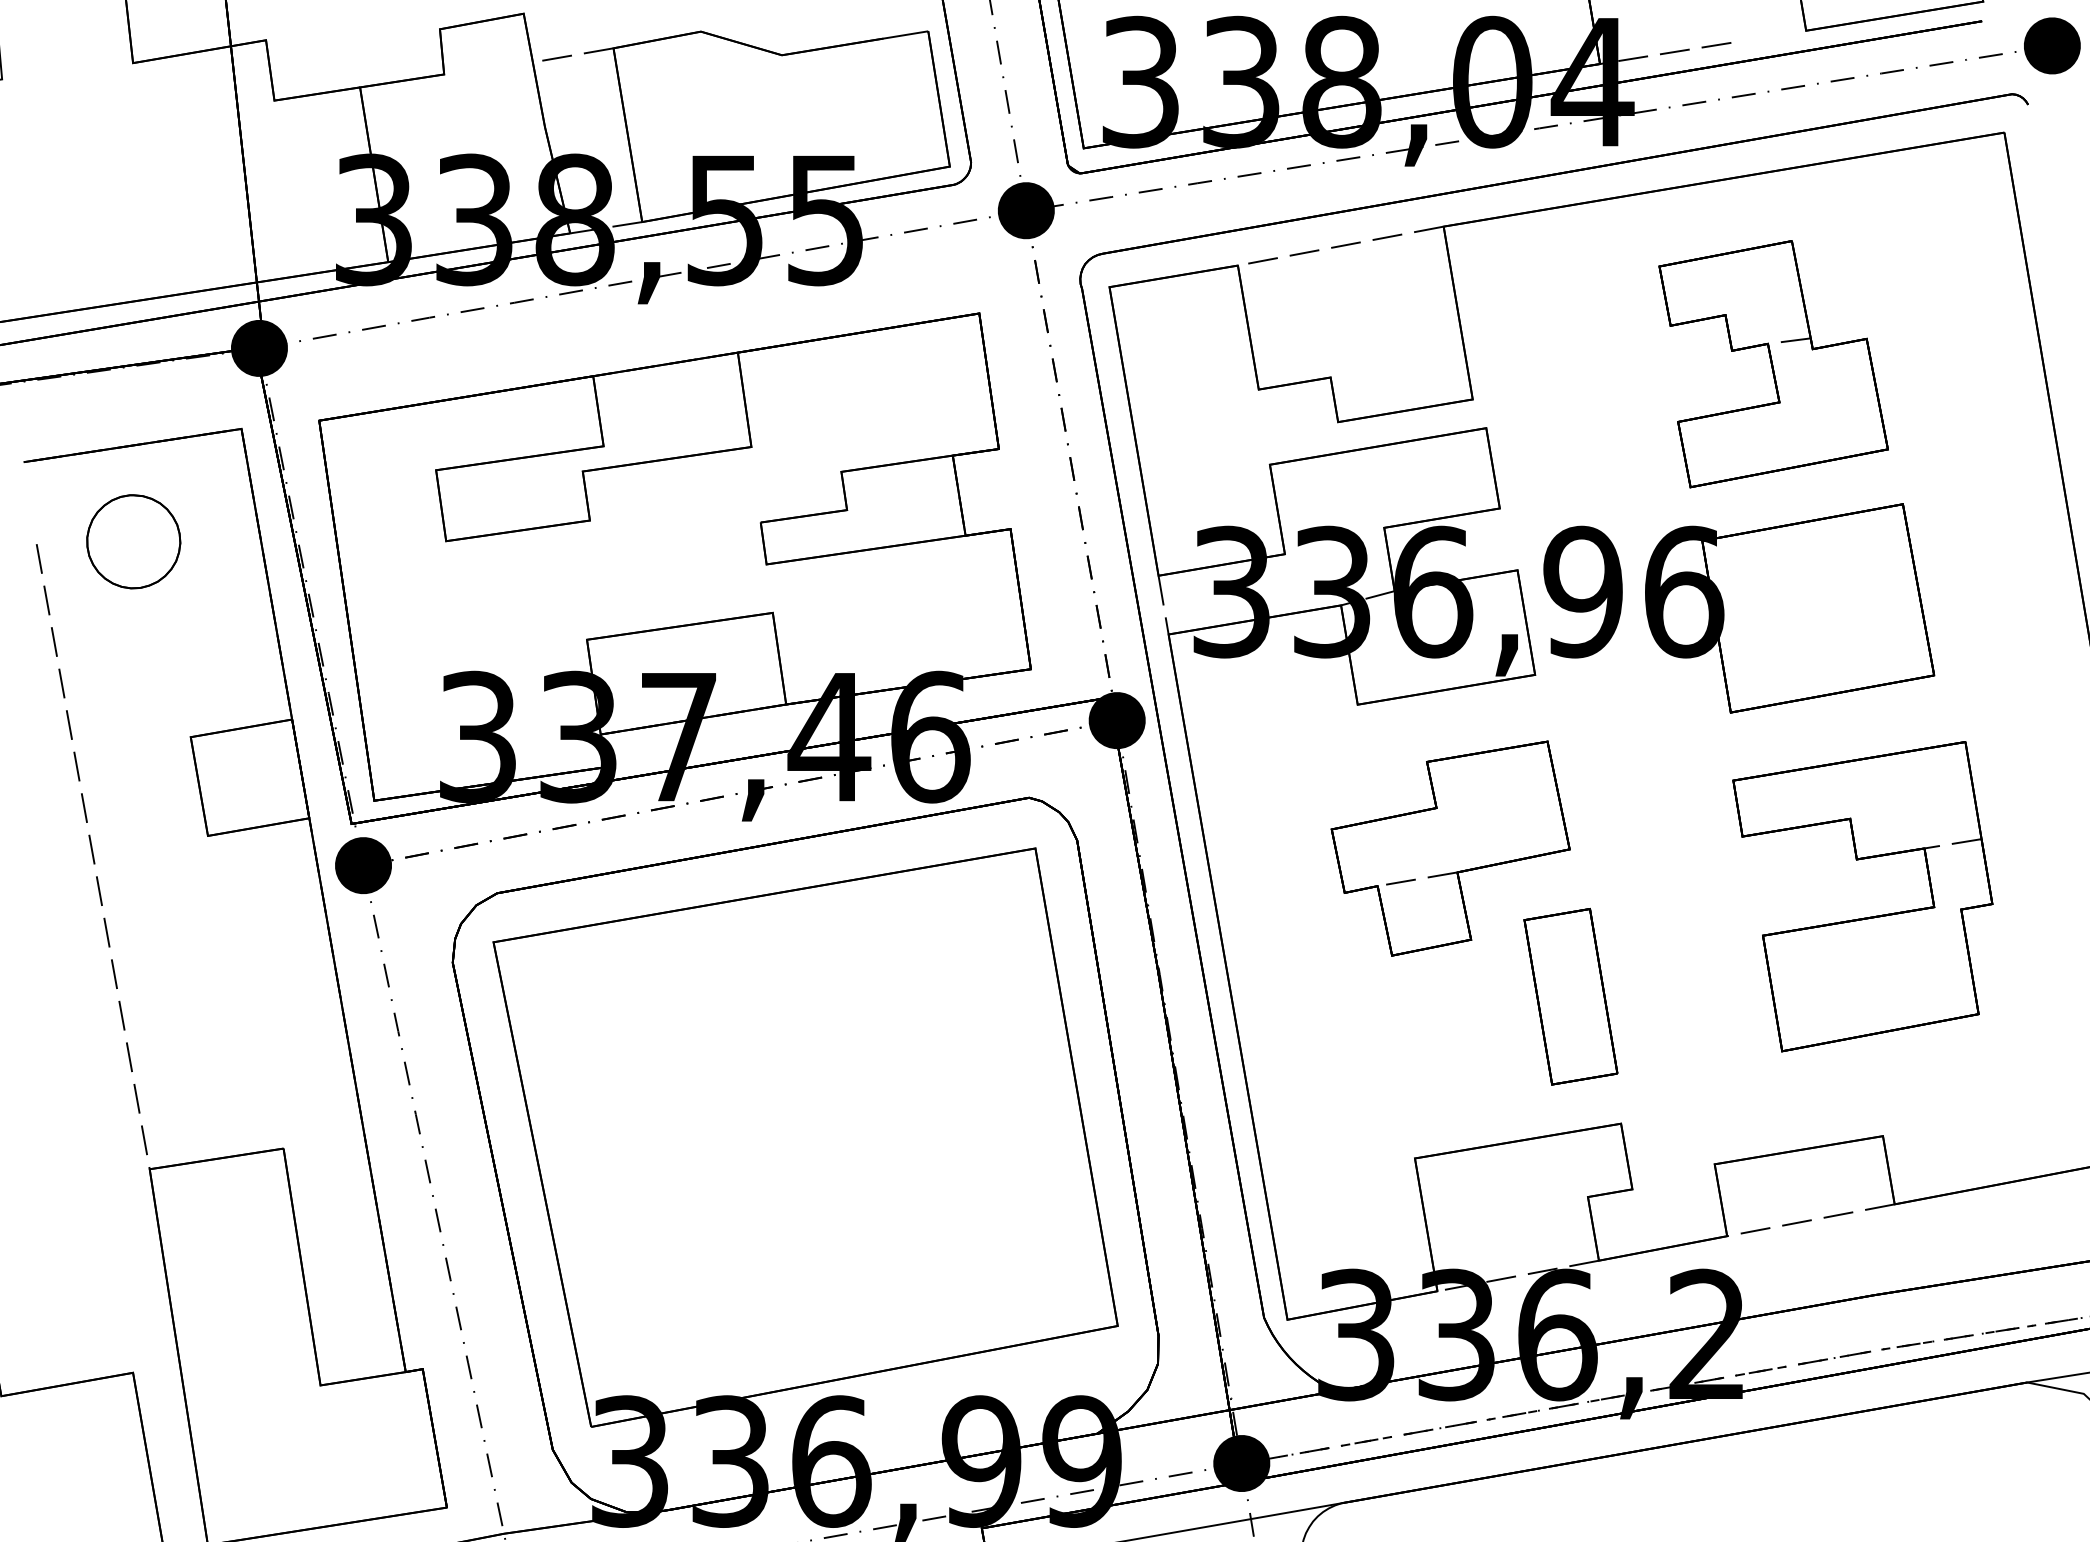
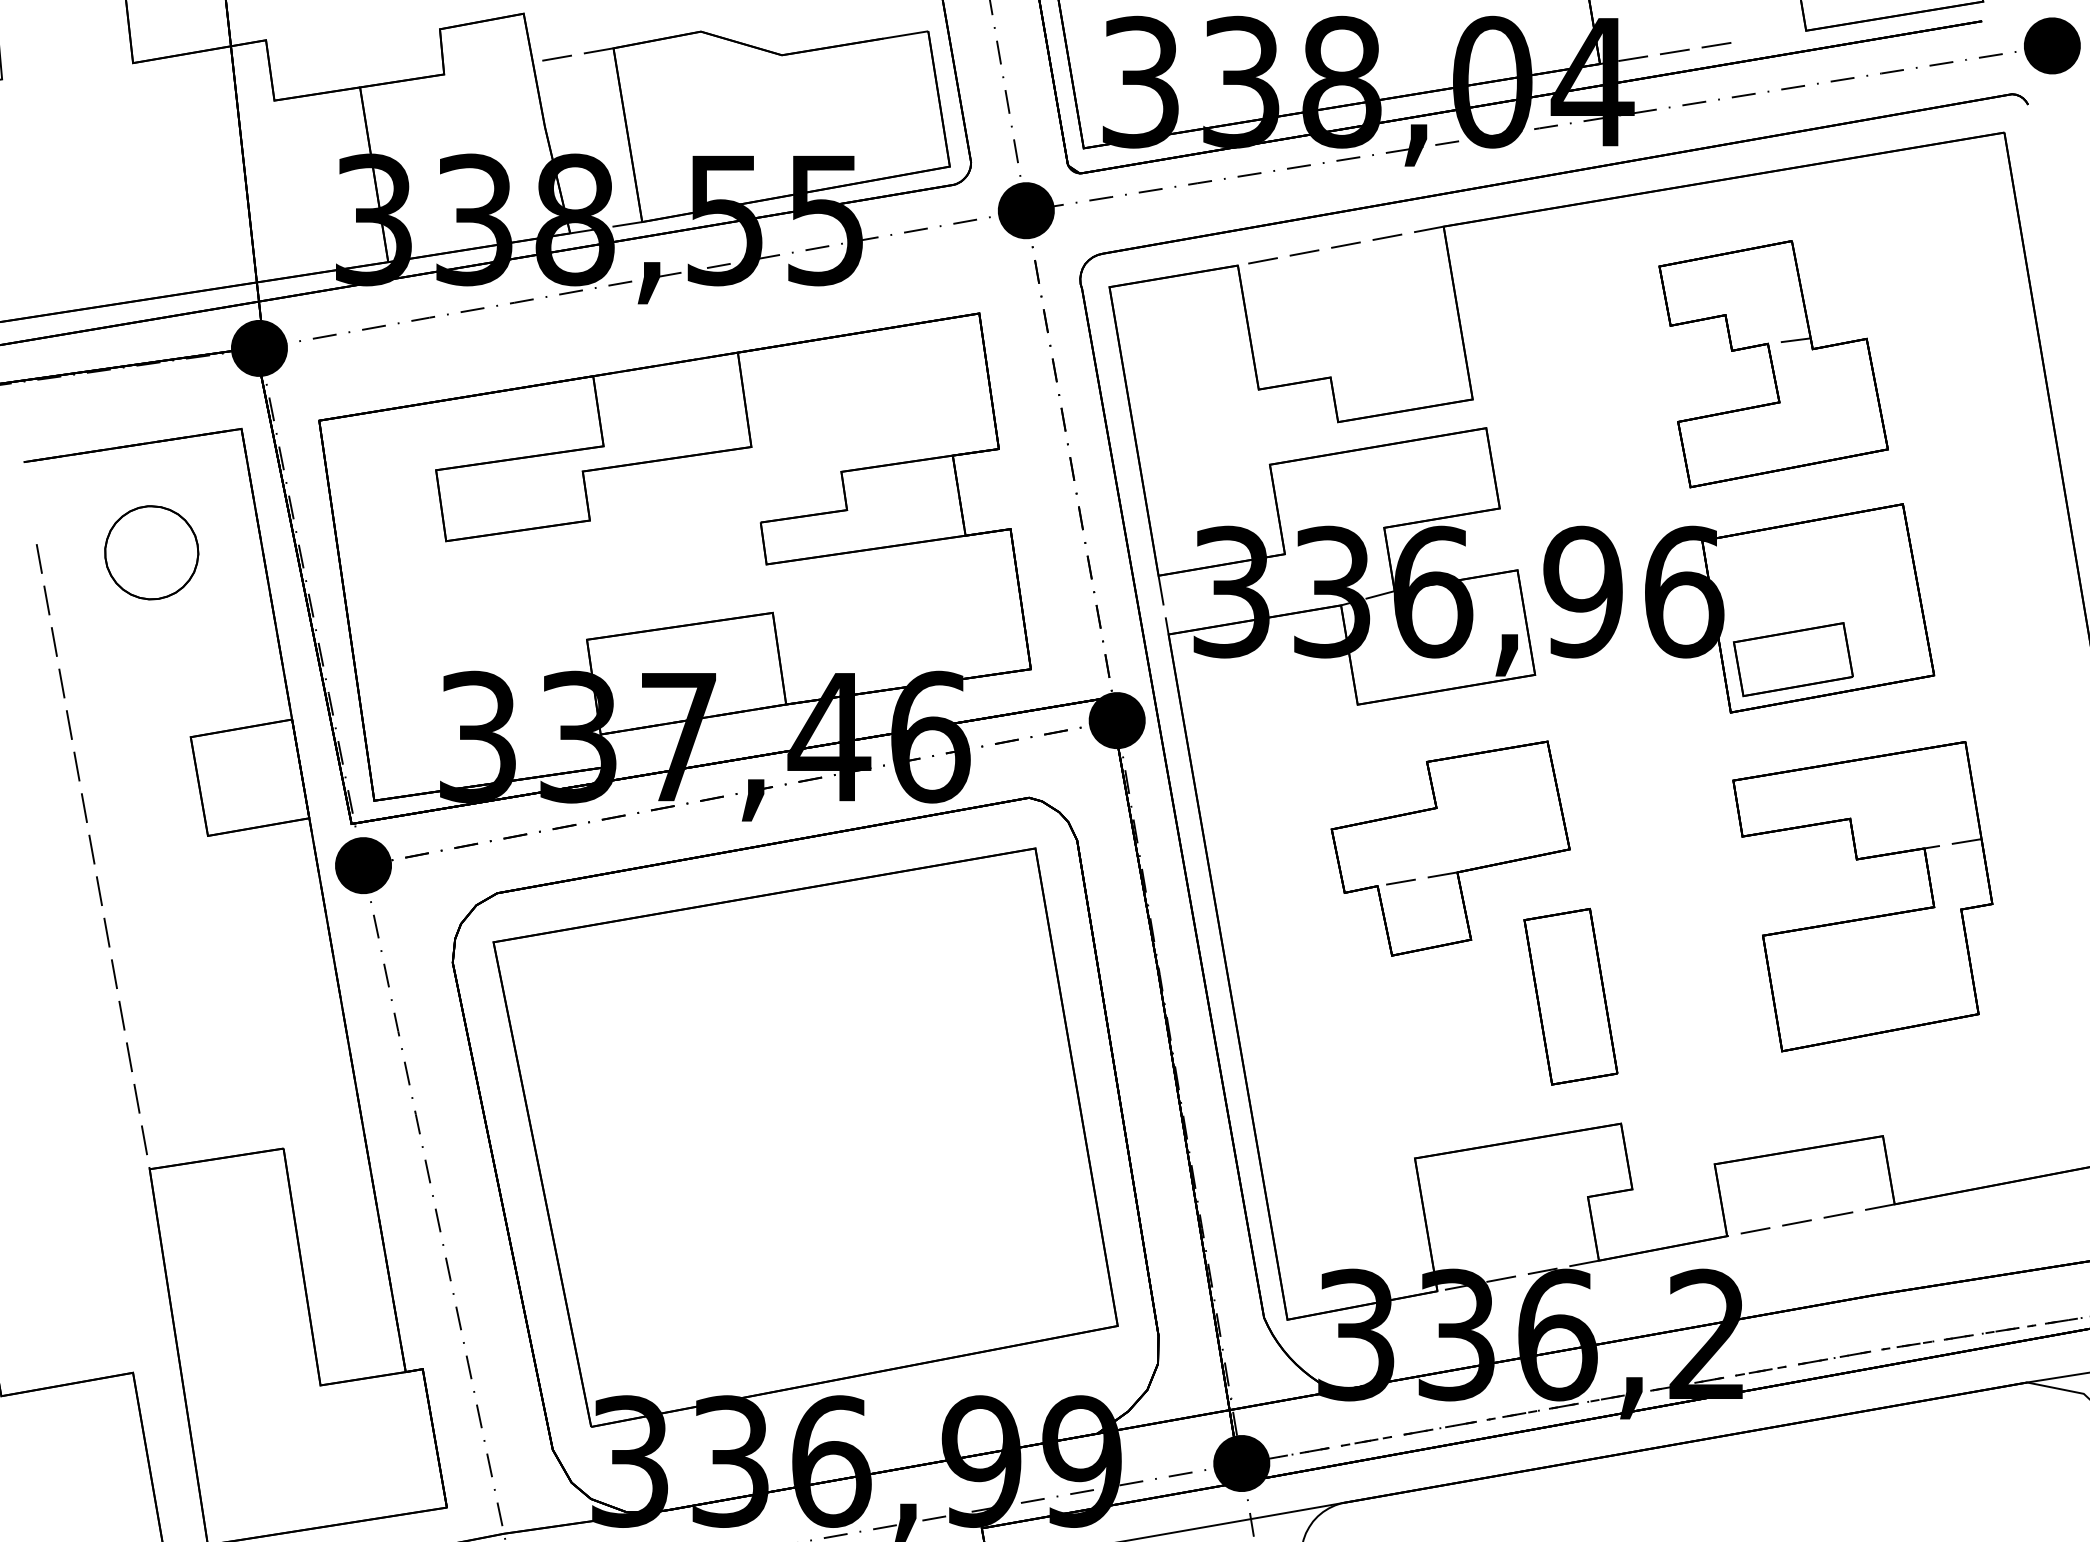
part at (133, 541) position: (133, 541) -> (151, 552)
part at (1793, 659): none -> present
